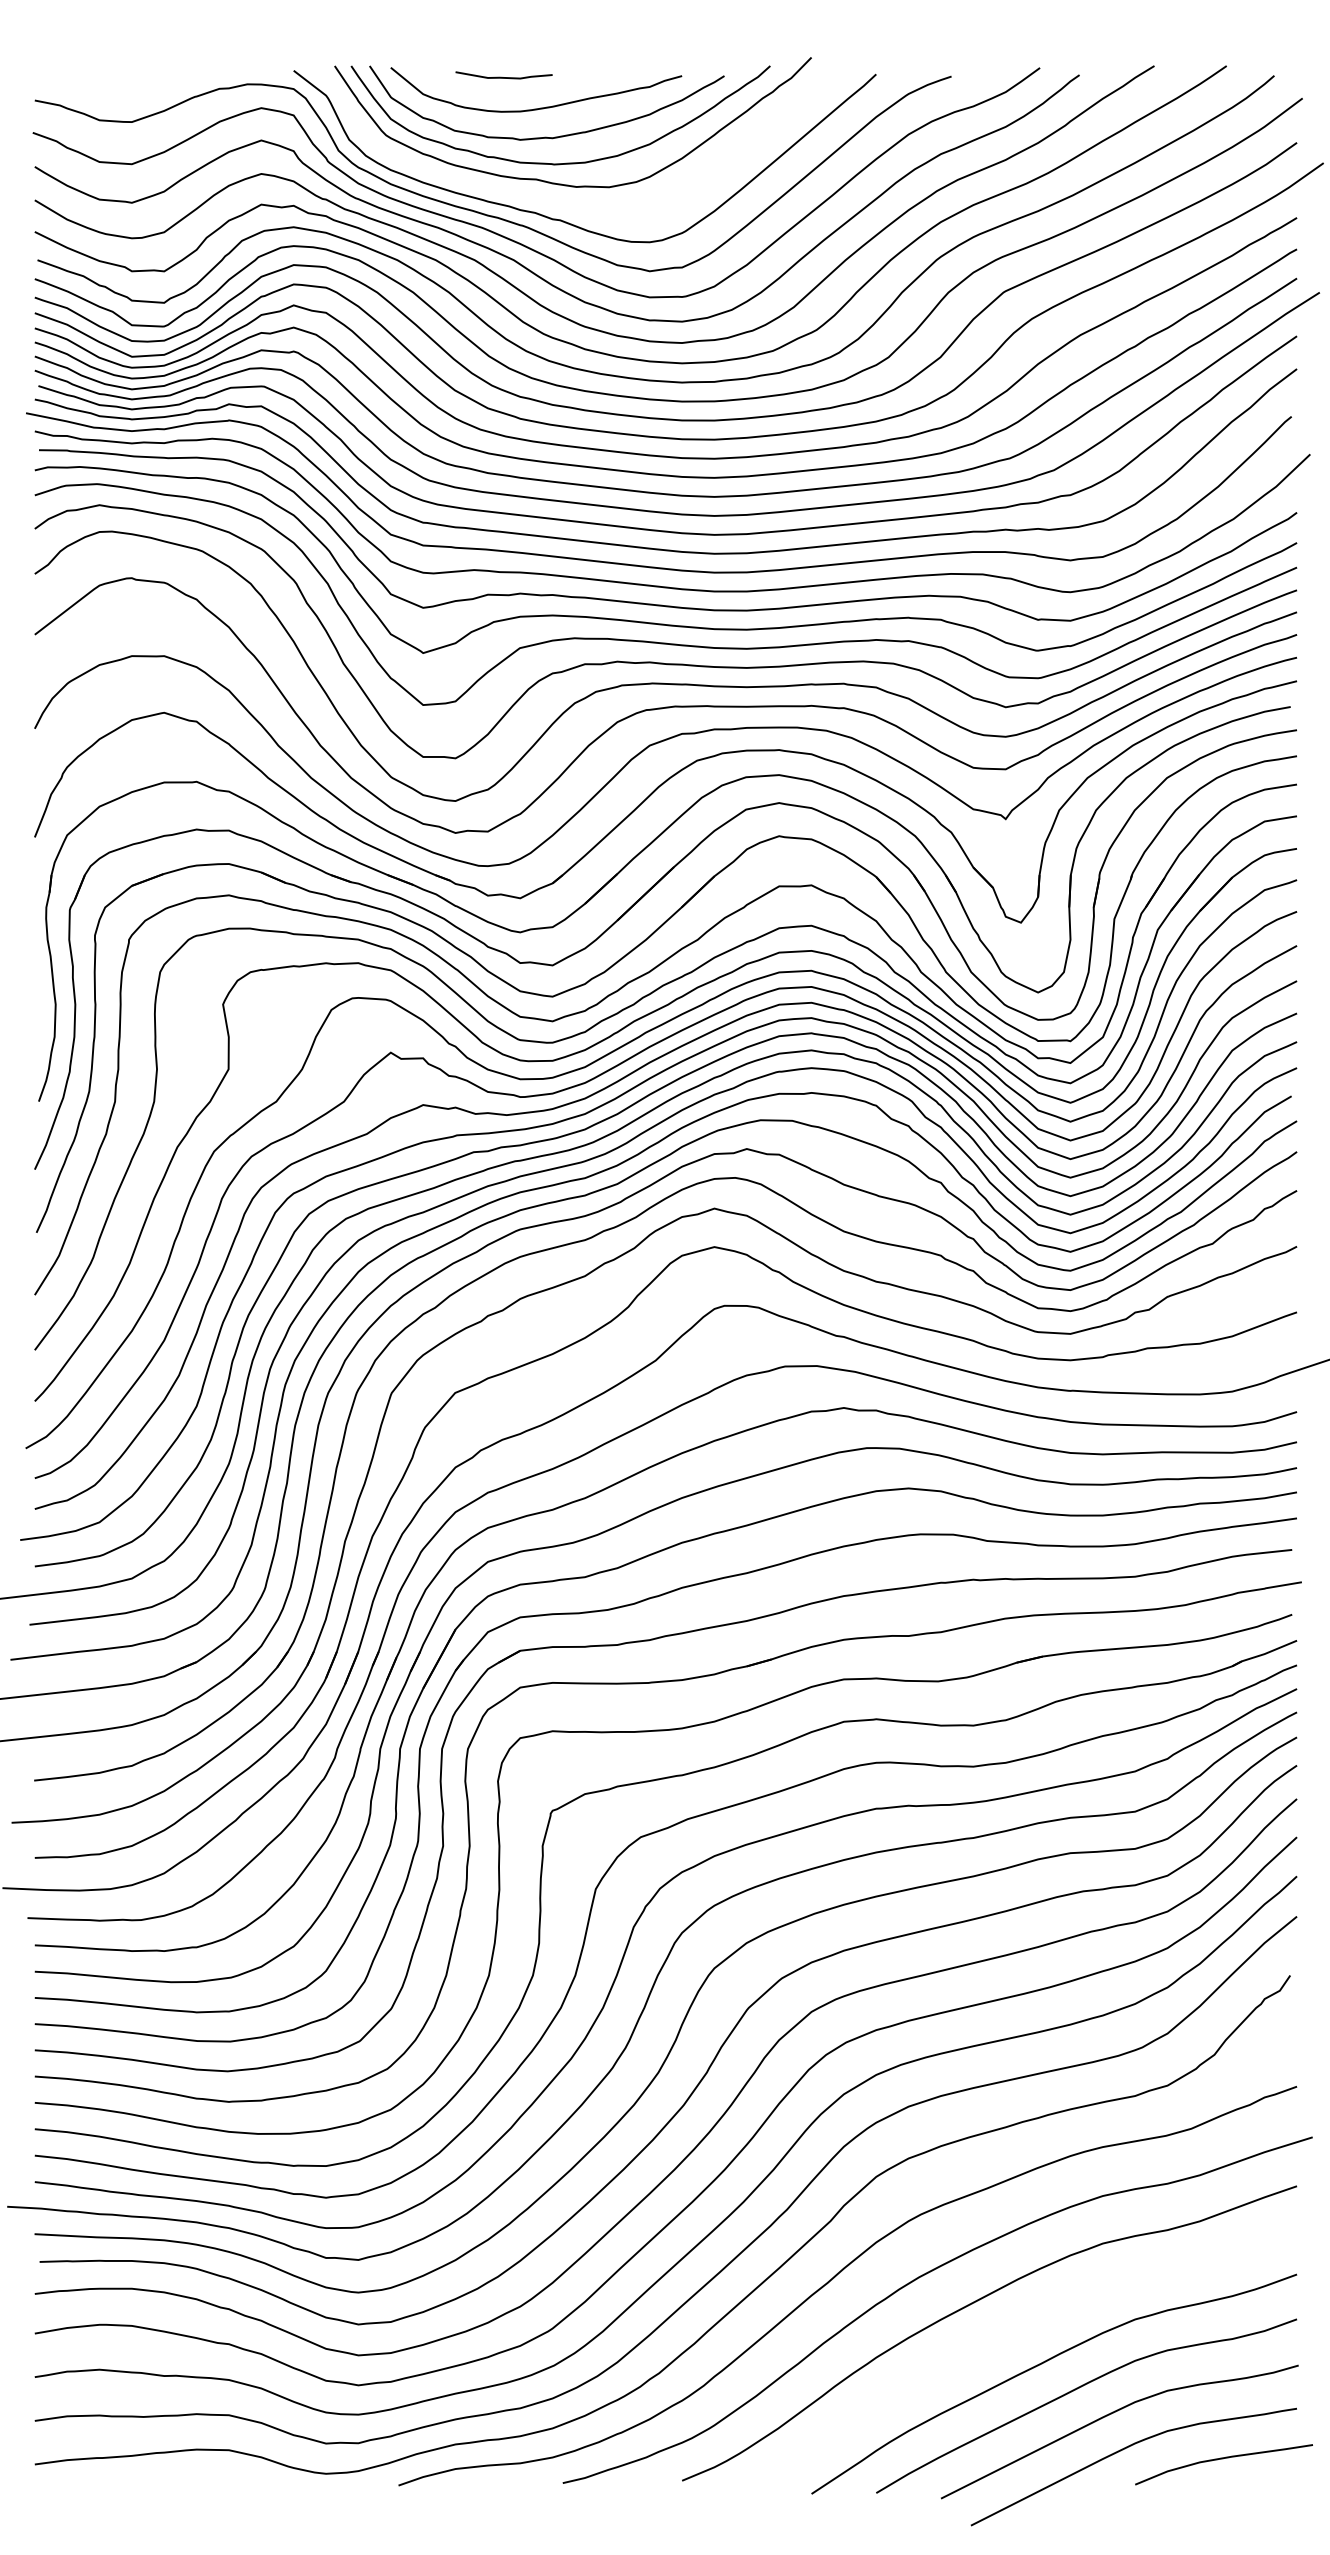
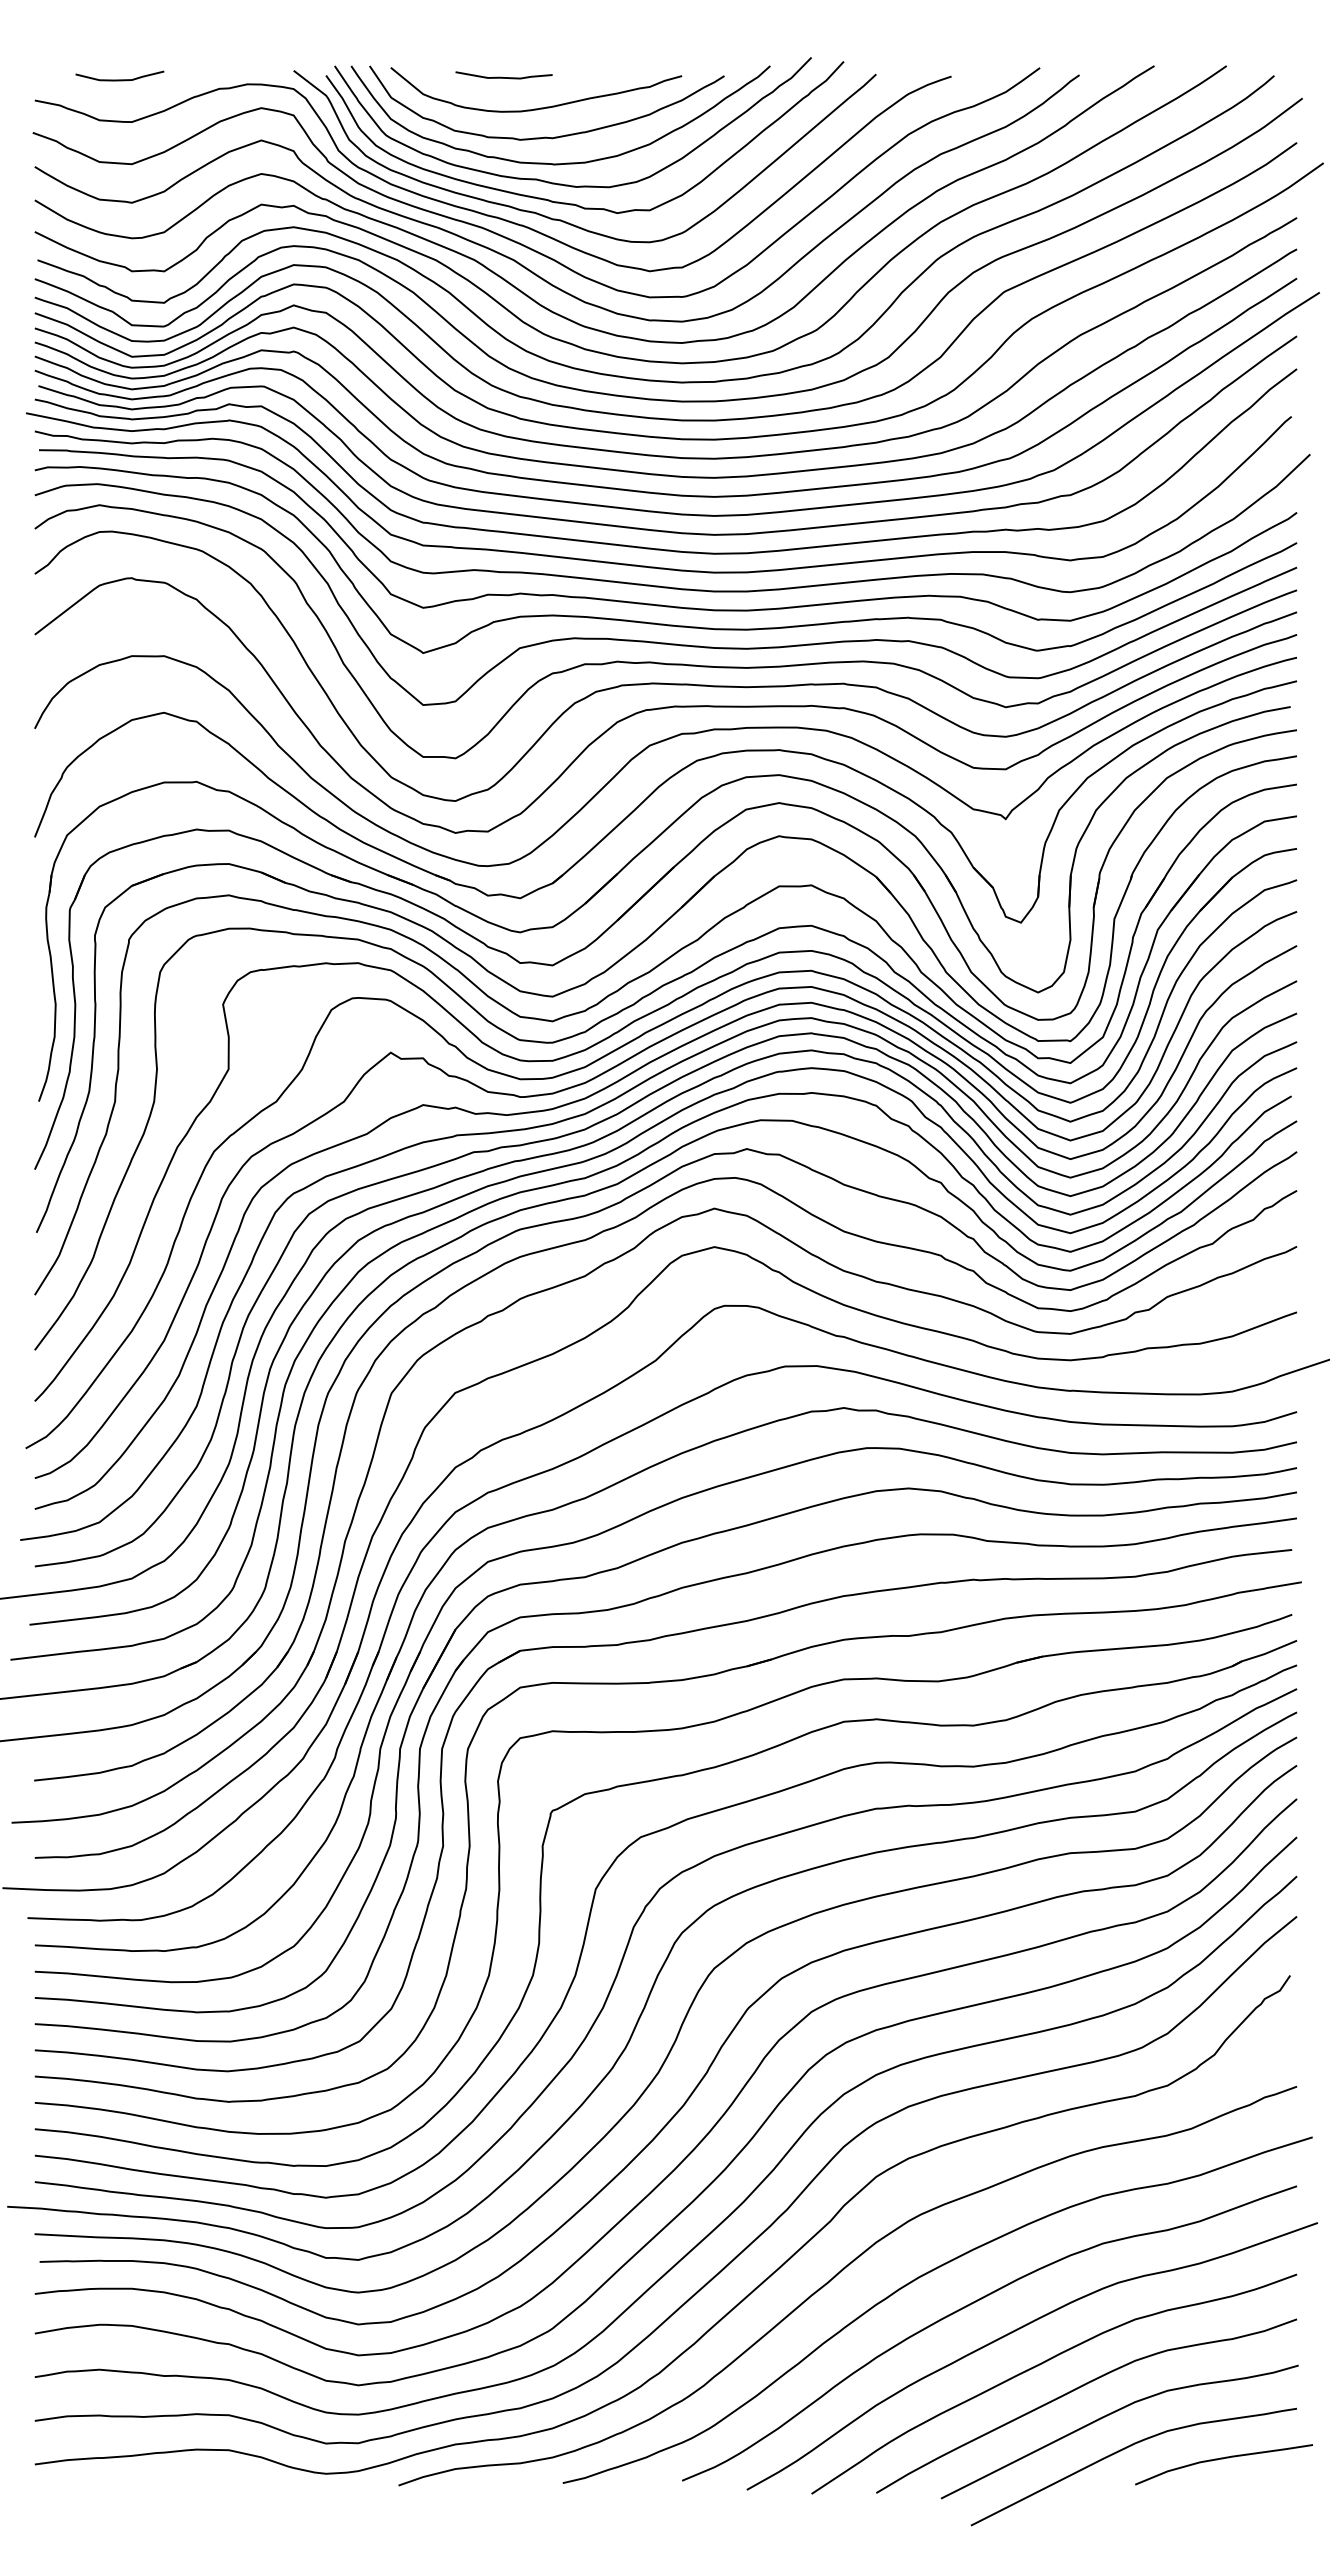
curve at (119, 79): none -> present
curve at (573, 203): none -> present
curve at (1014, 2332): none -> present
